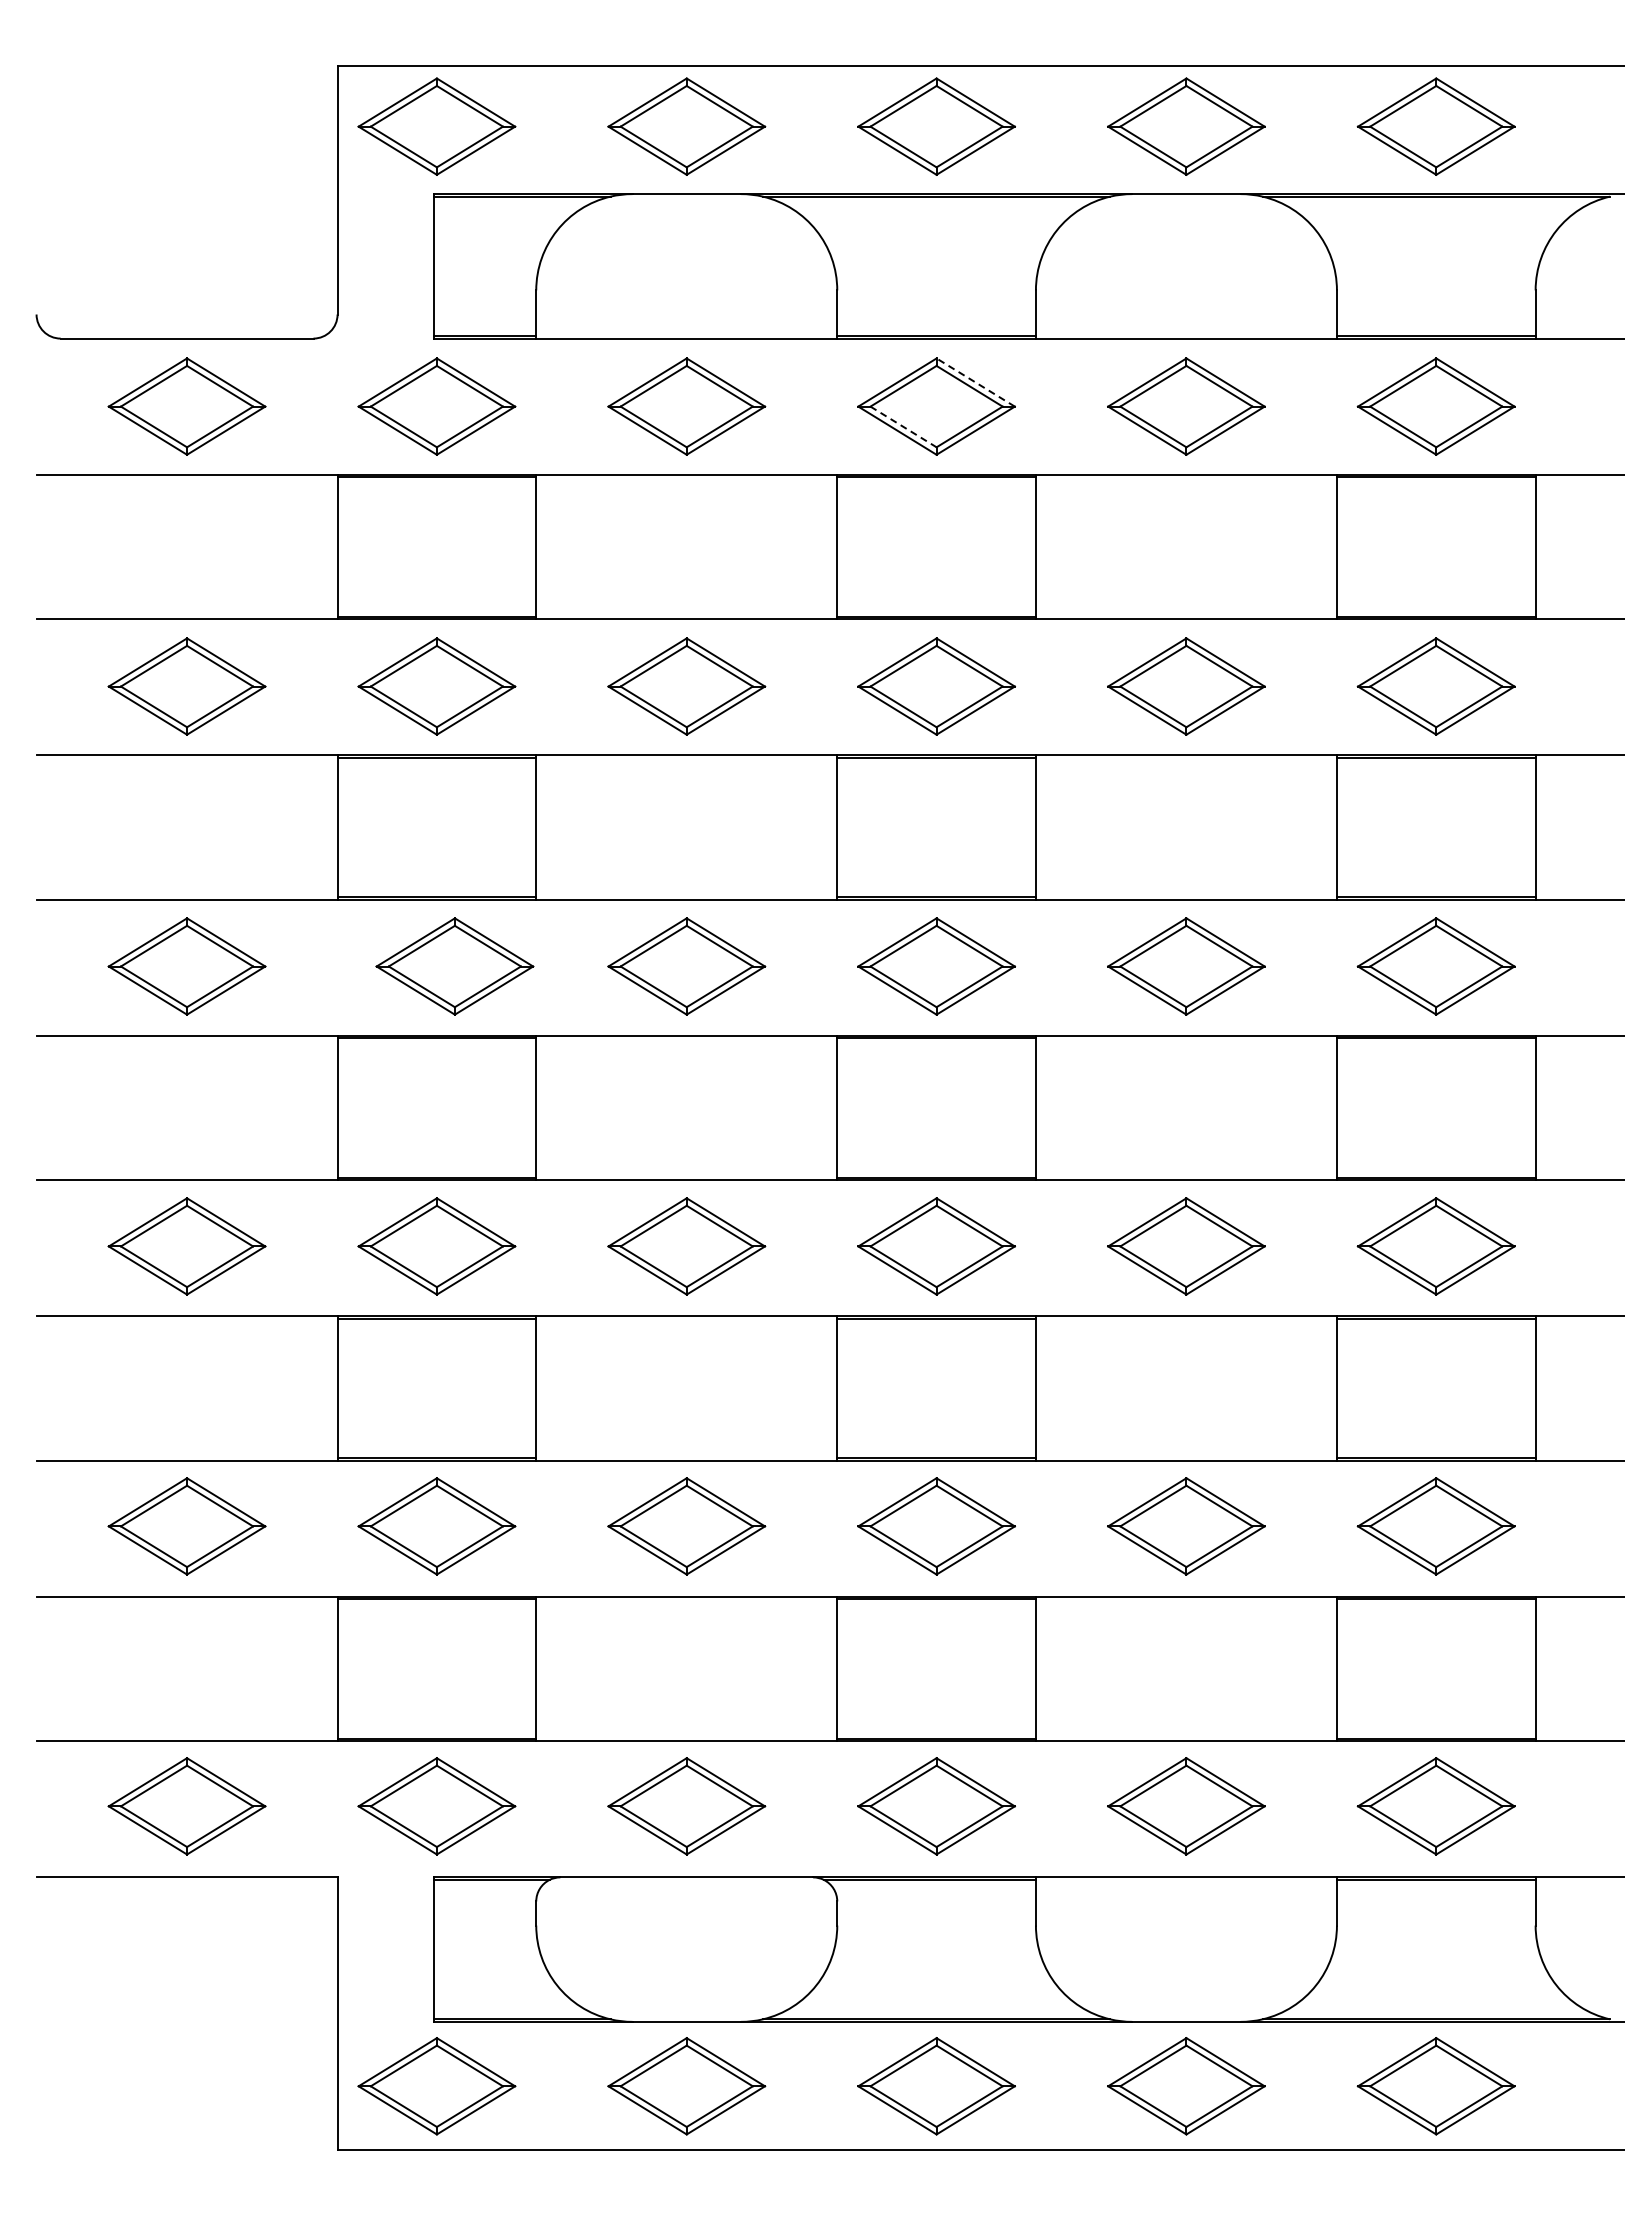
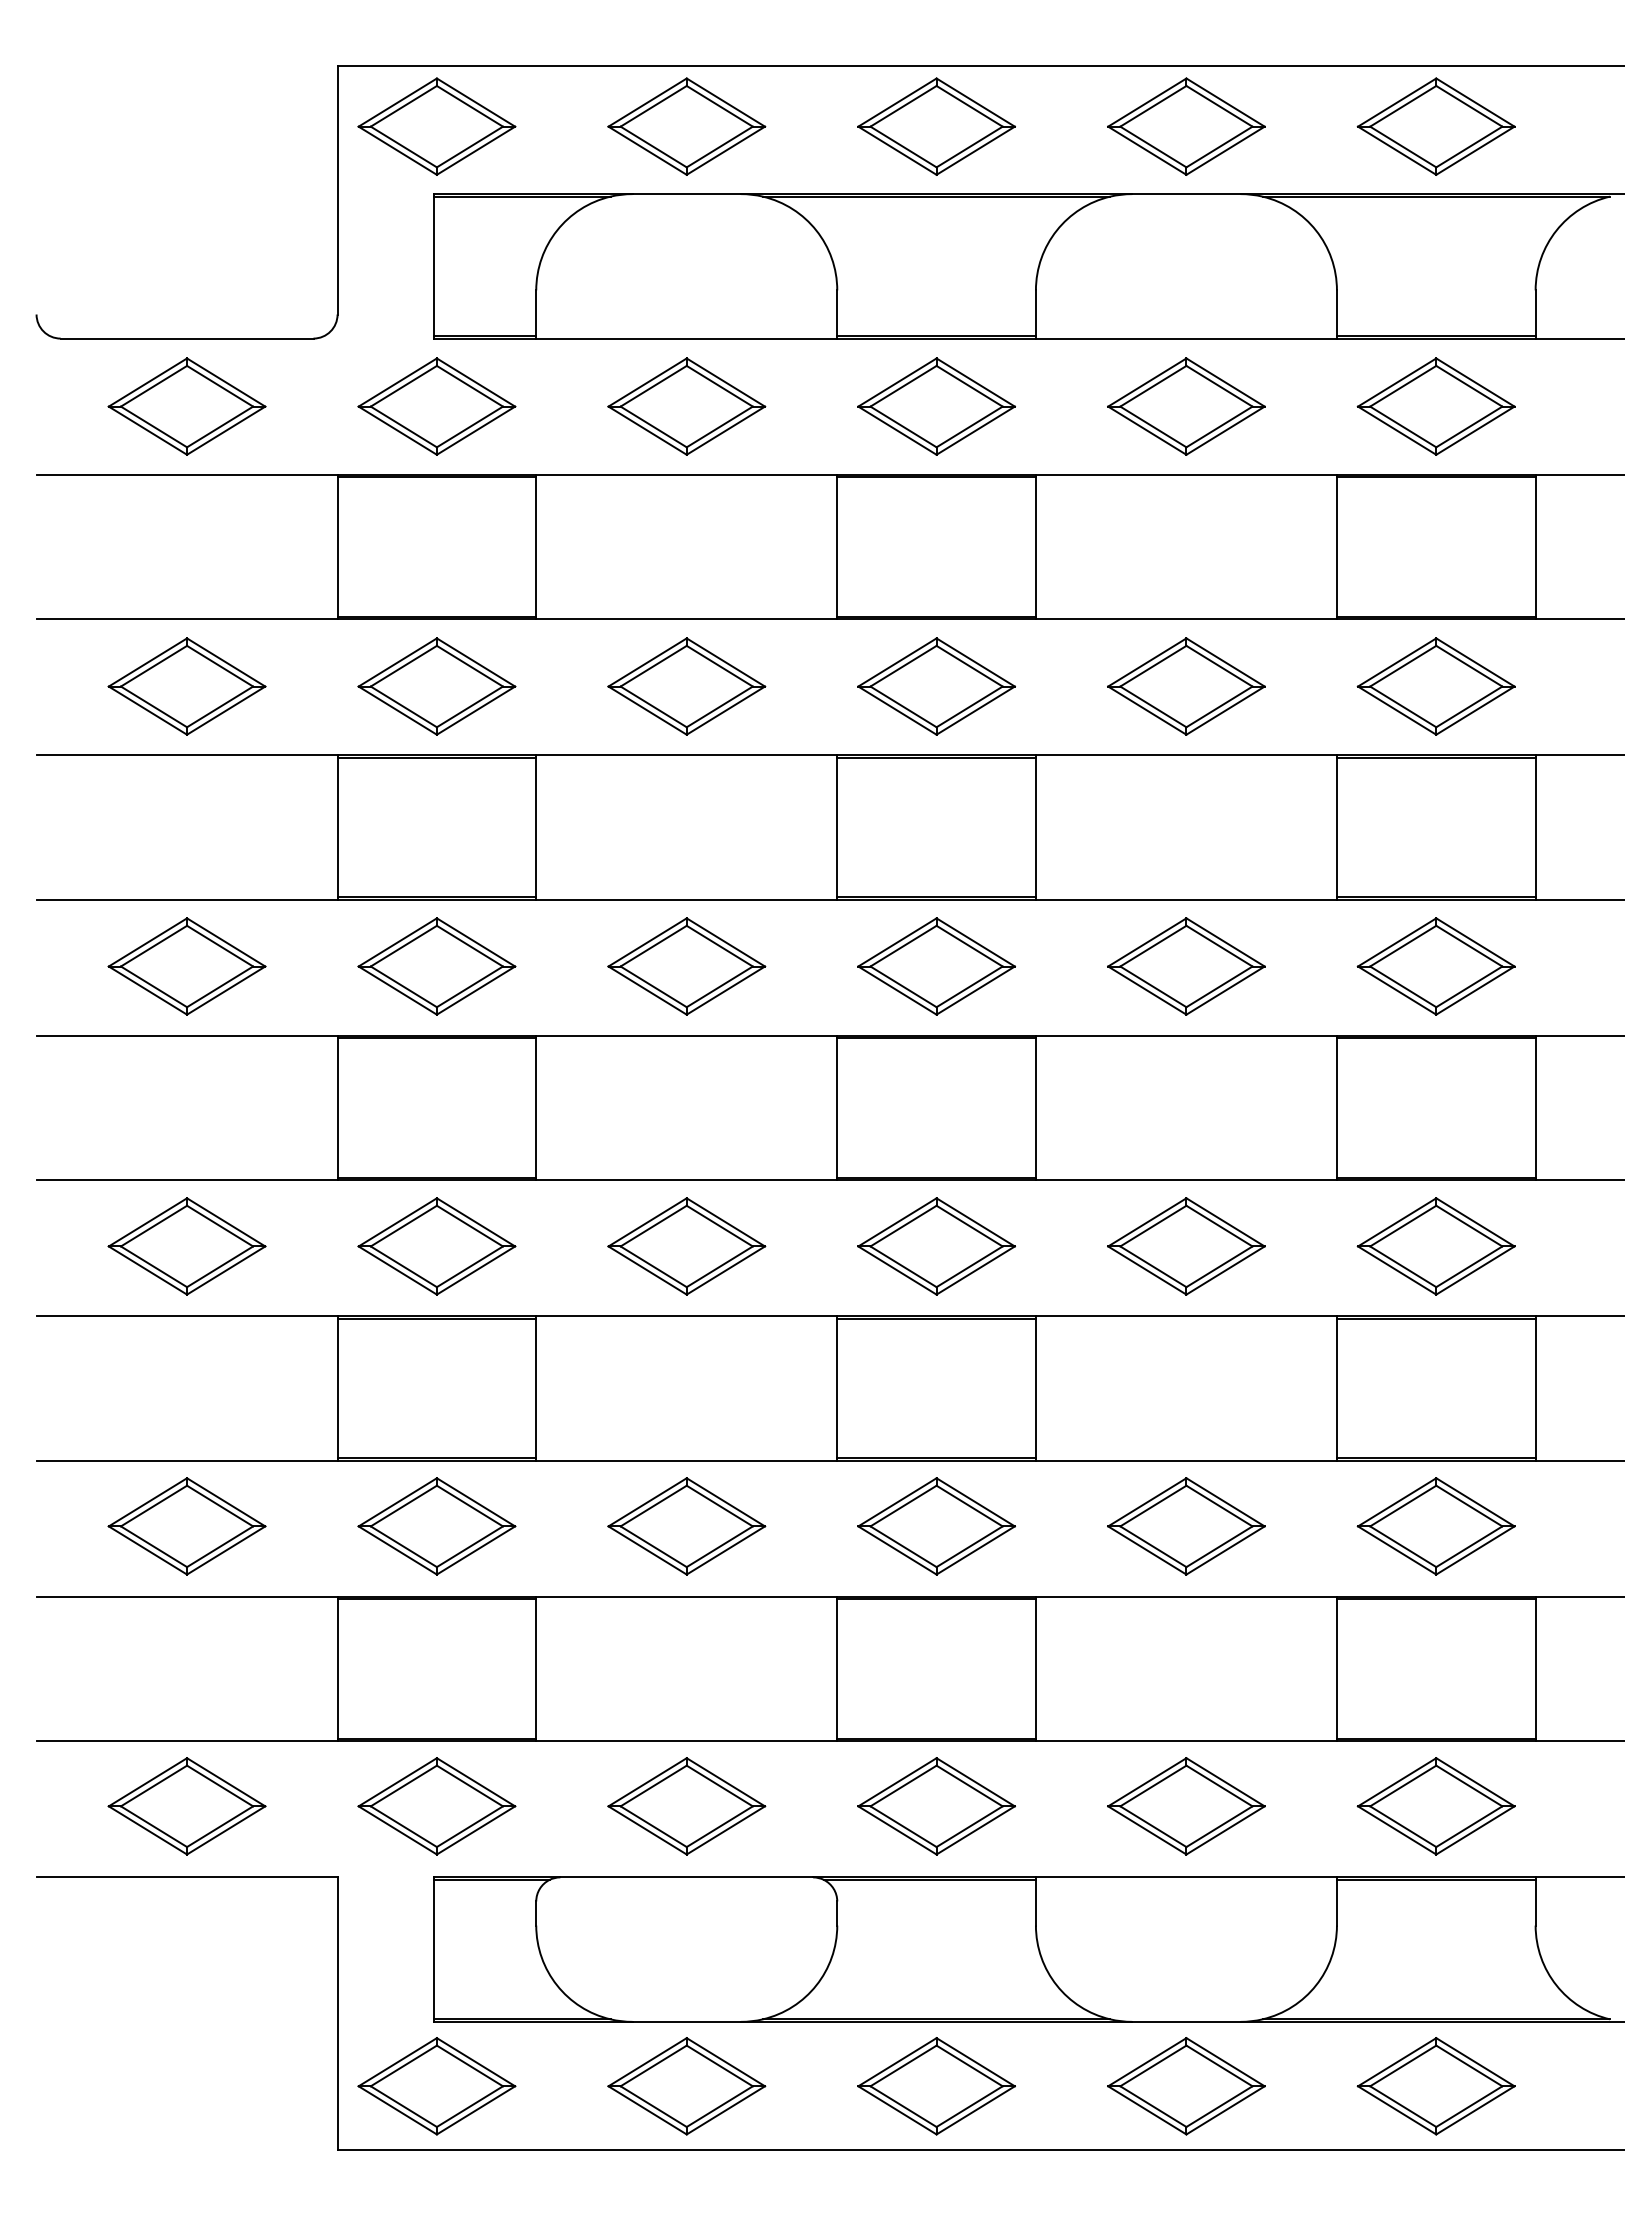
line at (975, 382): dashed -> solid
line at (903, 426): dashed -> solid
part at (454, 966) position: (454, 966) -> (436, 966)
